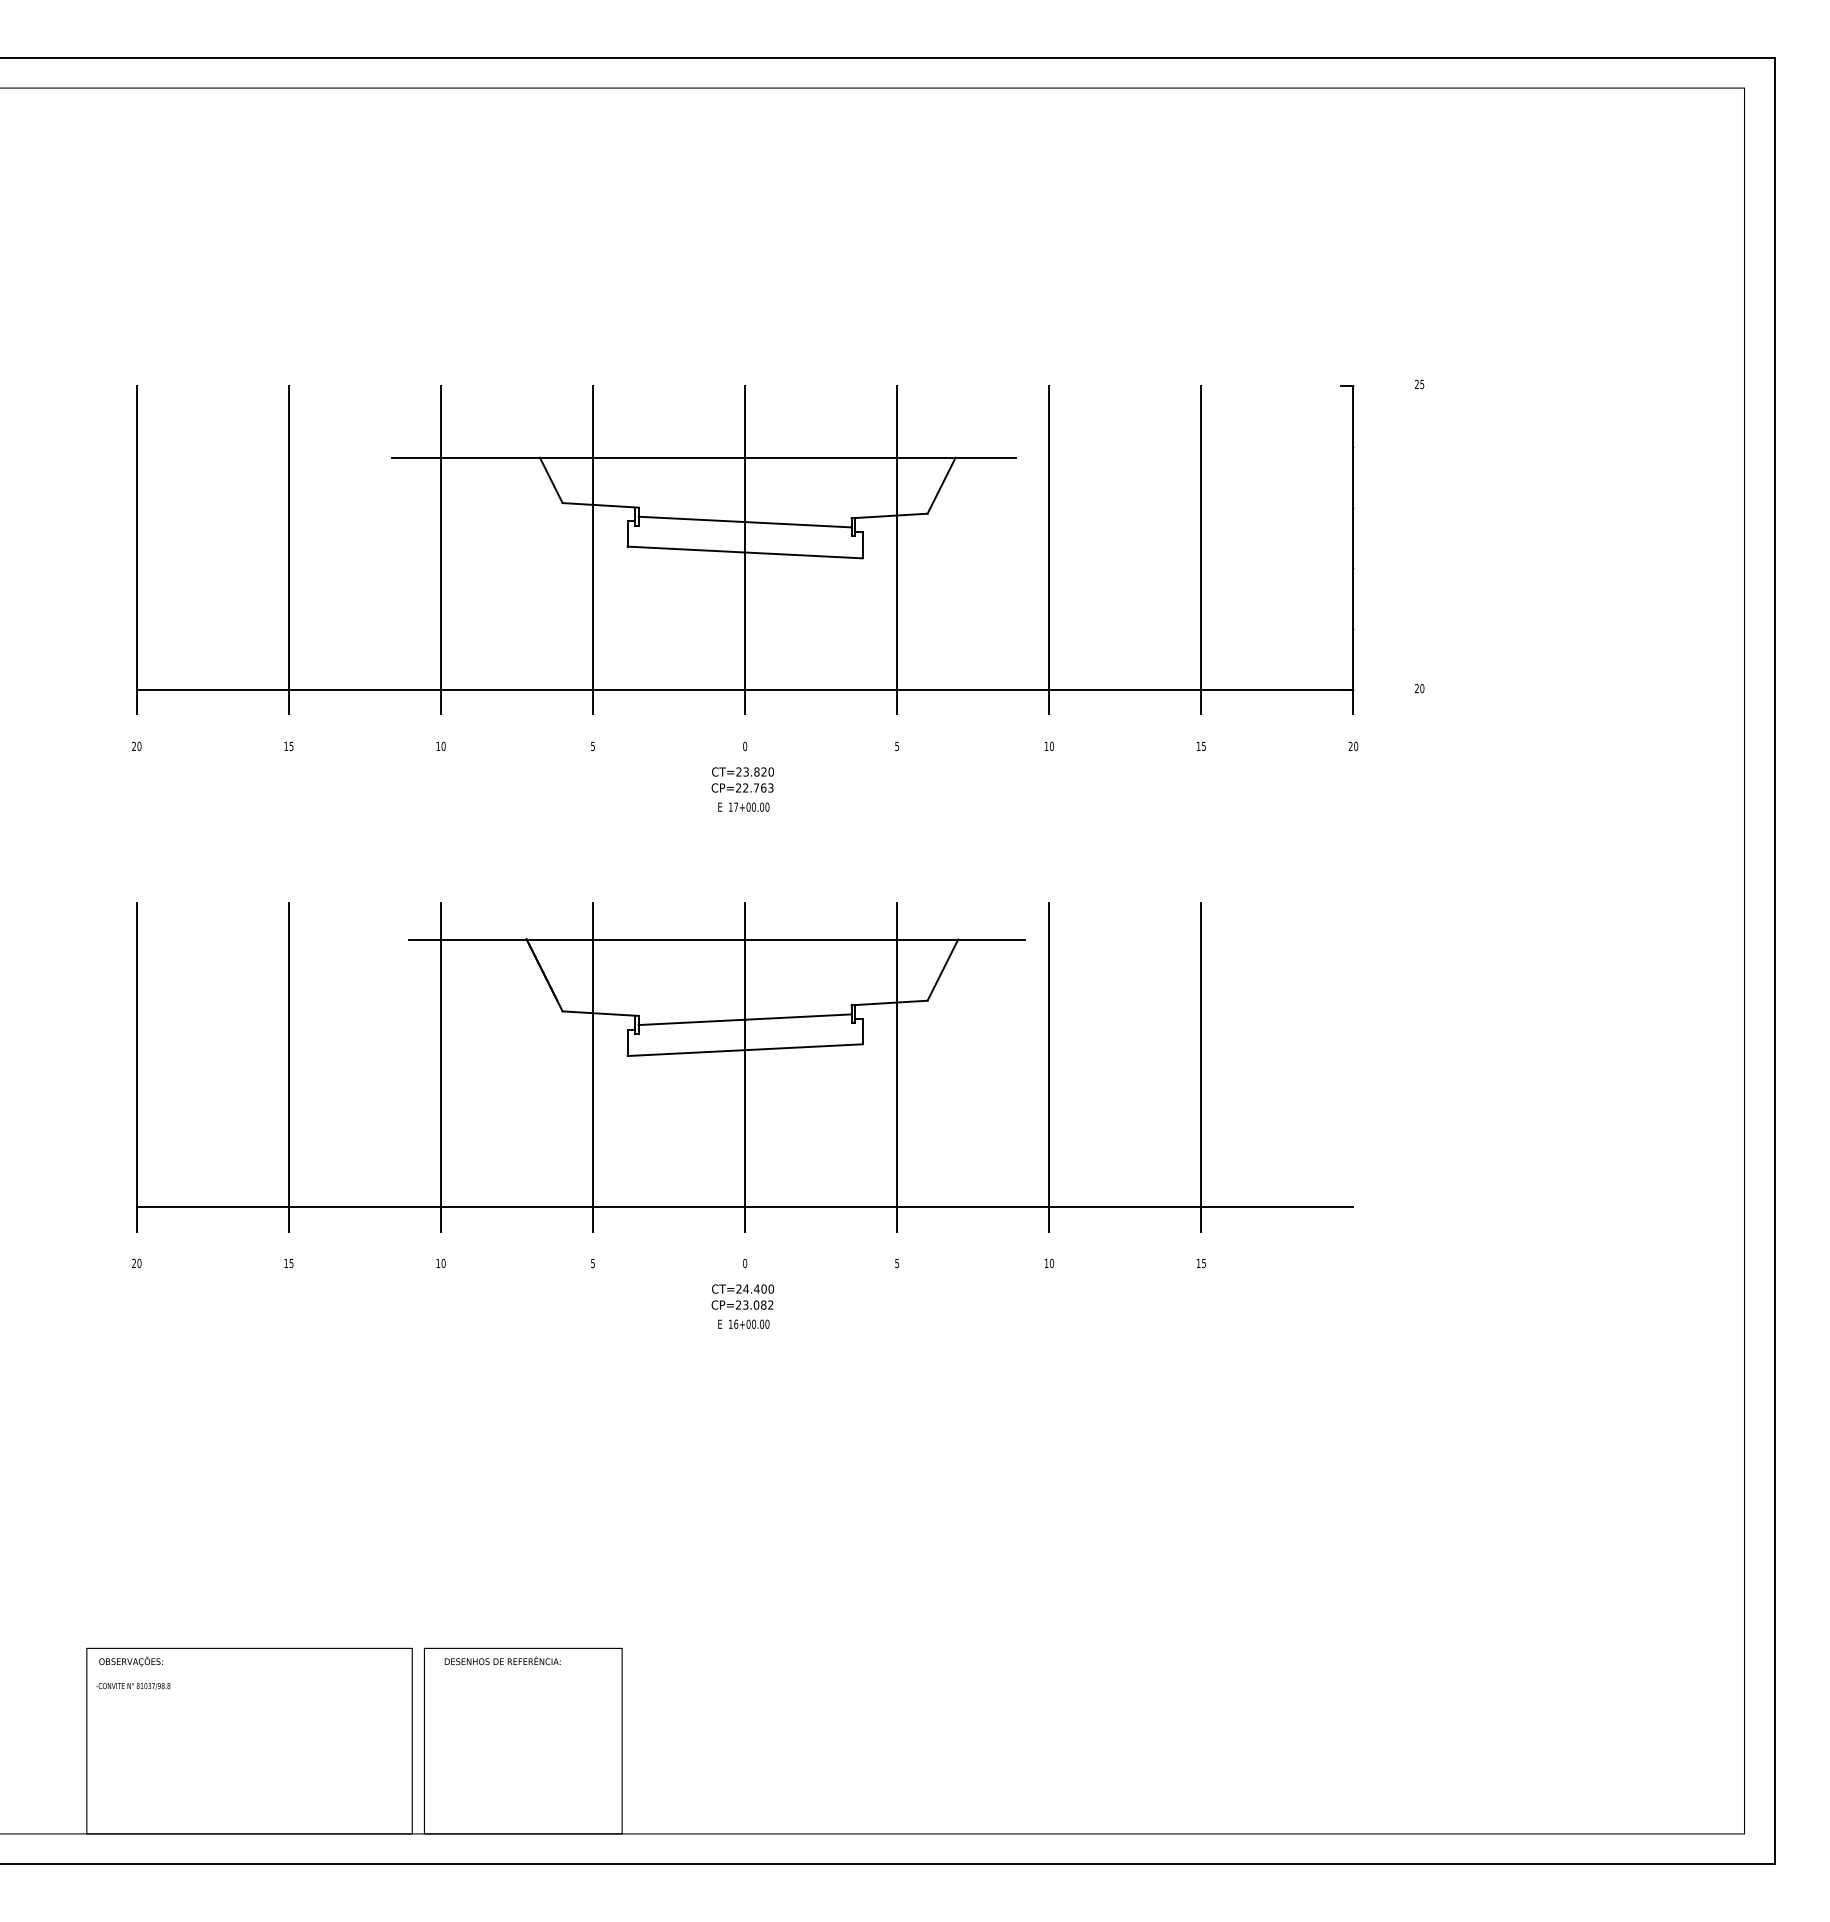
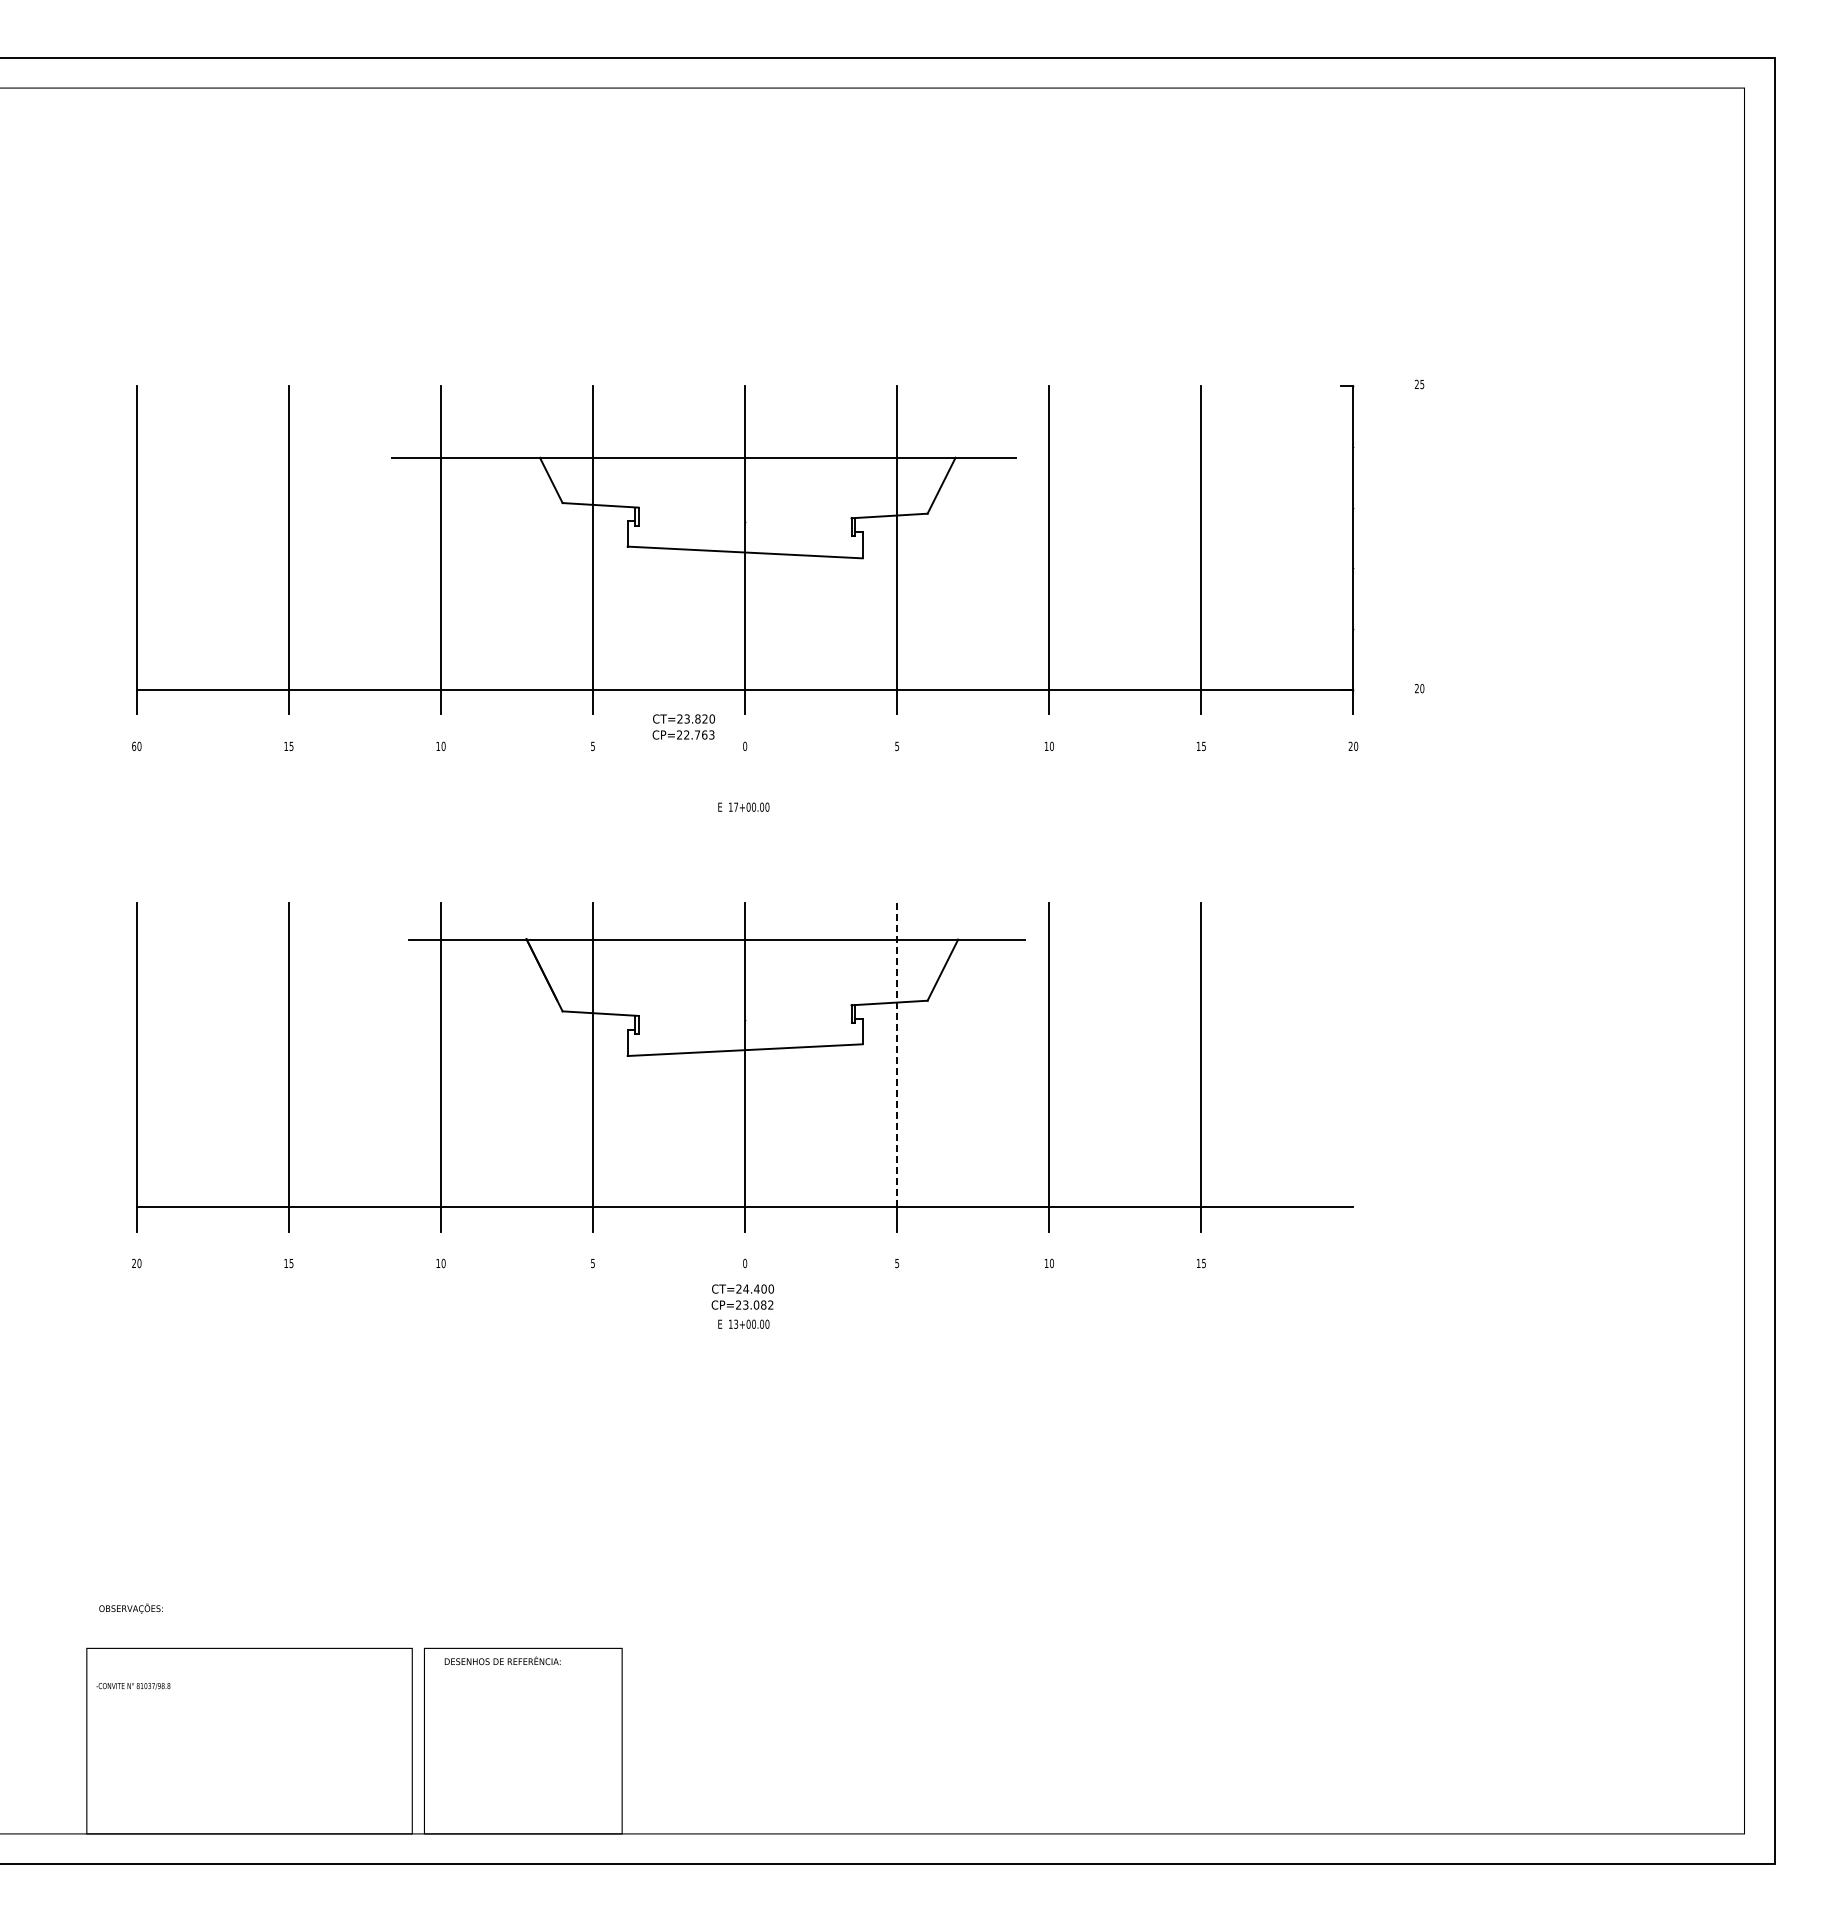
line at (744, 521): present -> none
text at (134, 745): 20 -> 60
text at (742, 779) position: (742, 779) -> (683, 726)
line at (744, 1019): present -> none
line at (897, 1054): solid -> dashed
text at (736, 1323): 16+00.00 -> 13+00.00
text at (130, 1661) position: (130, 1661) -> (130, 1608)
